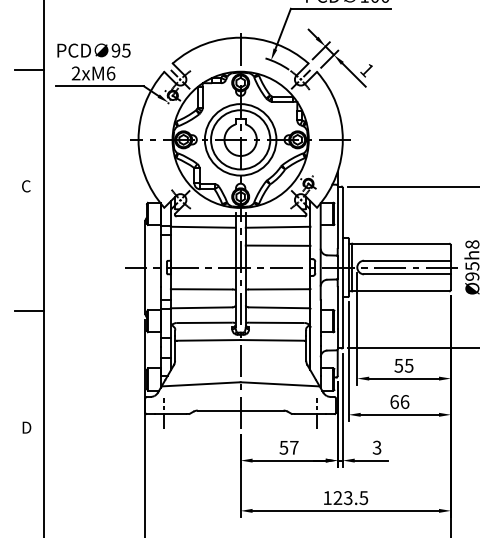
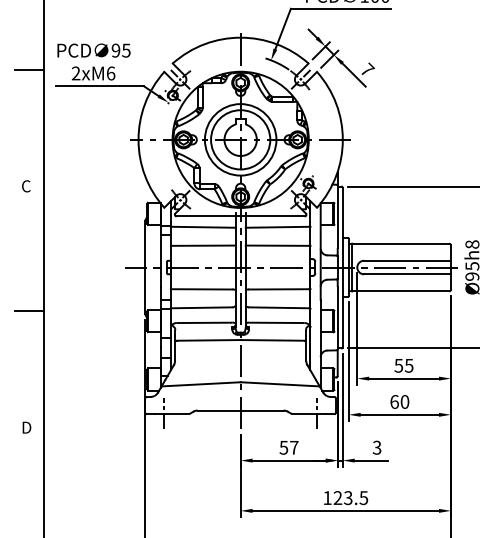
text at (367, 69): 1 -> 7
line at (202, 245): none -> present
text at (404, 401): 66 -> 60
